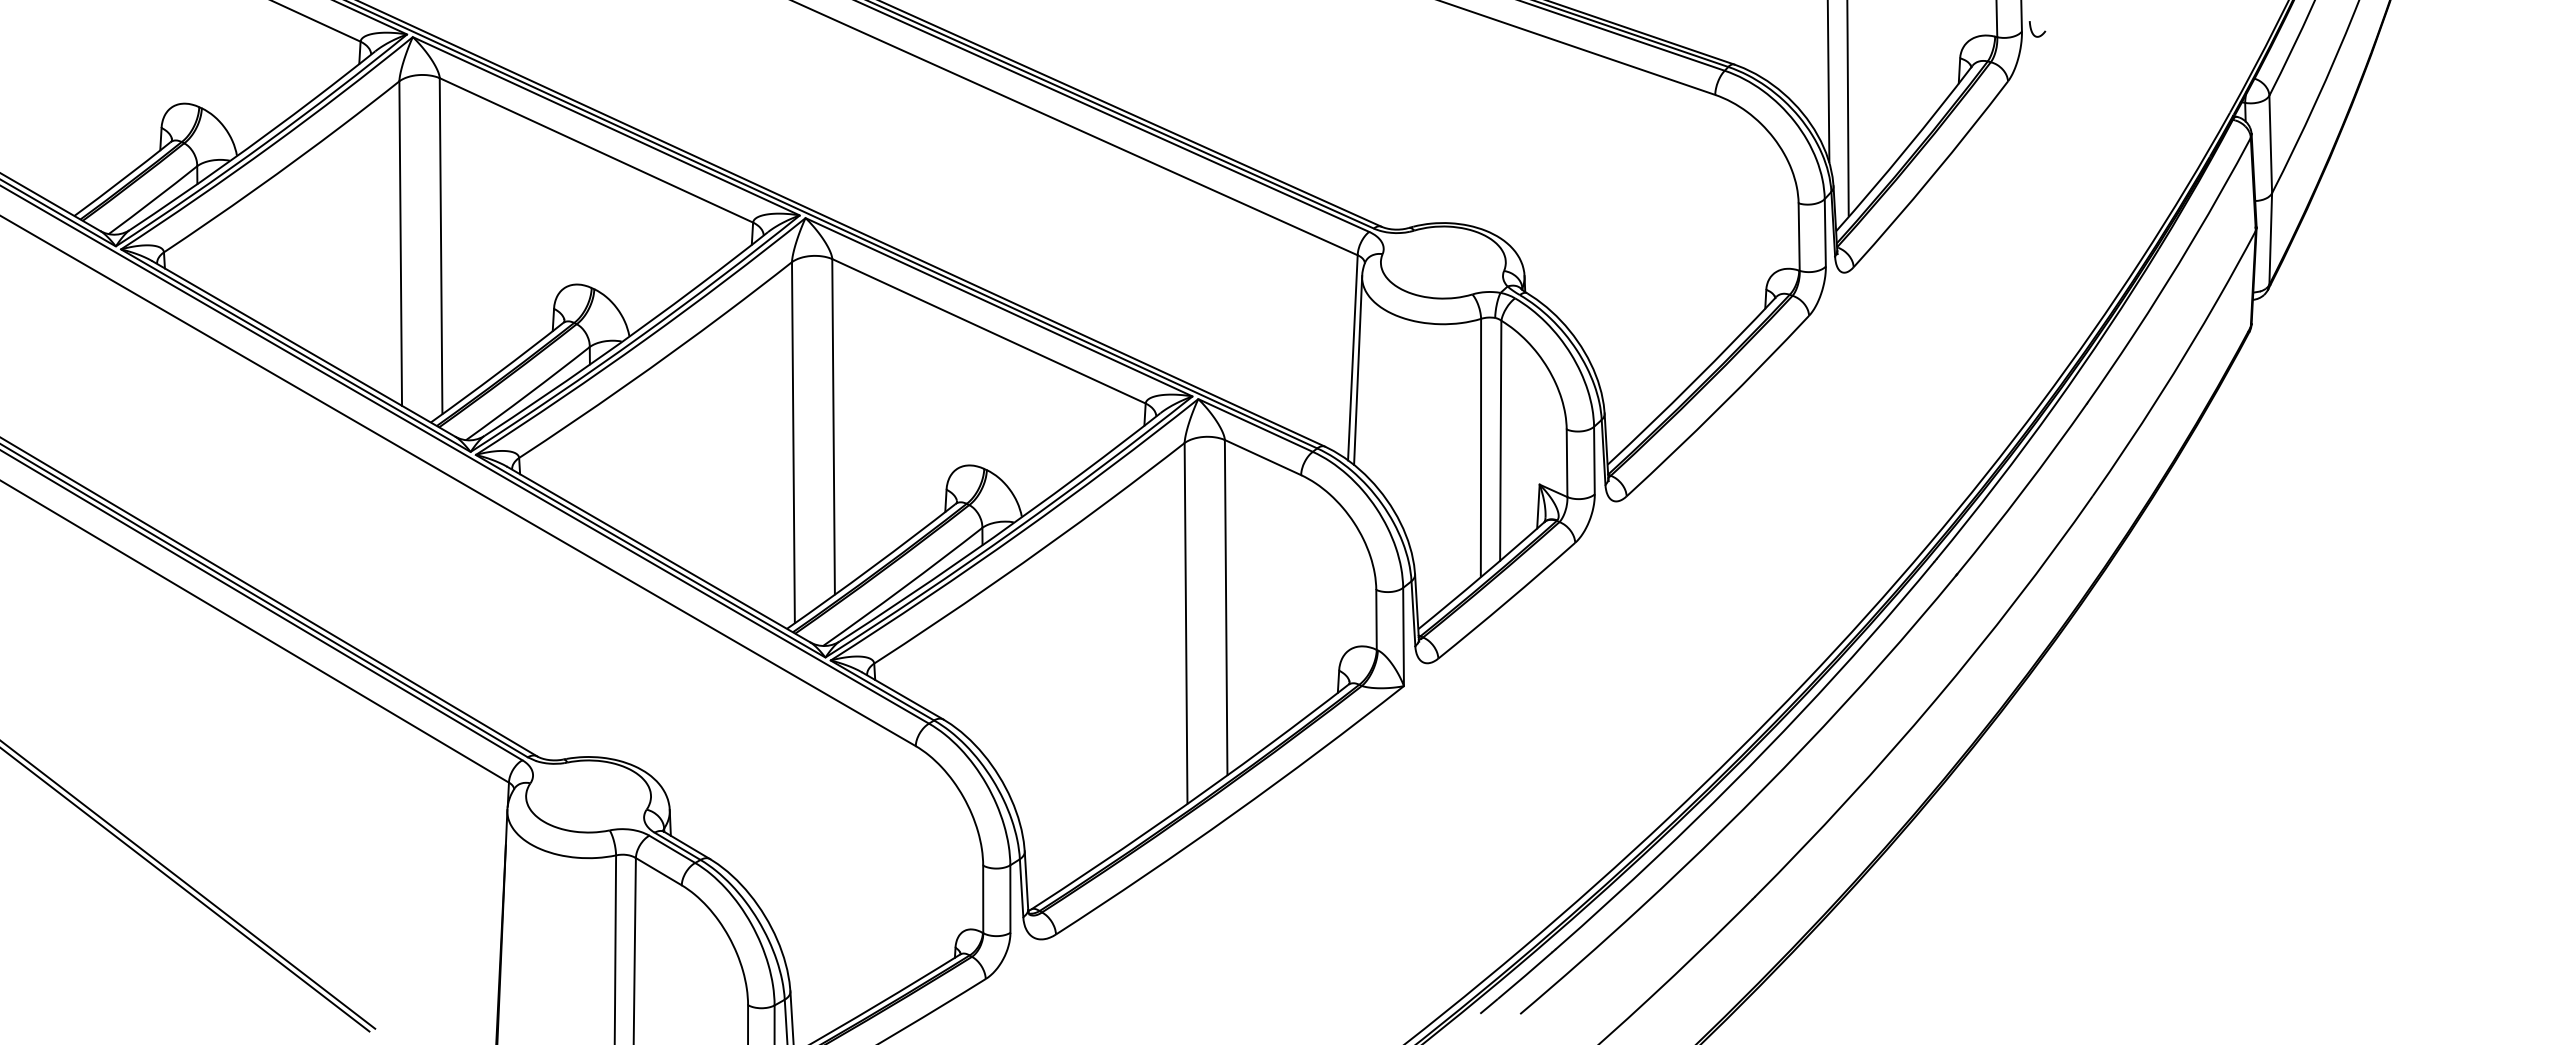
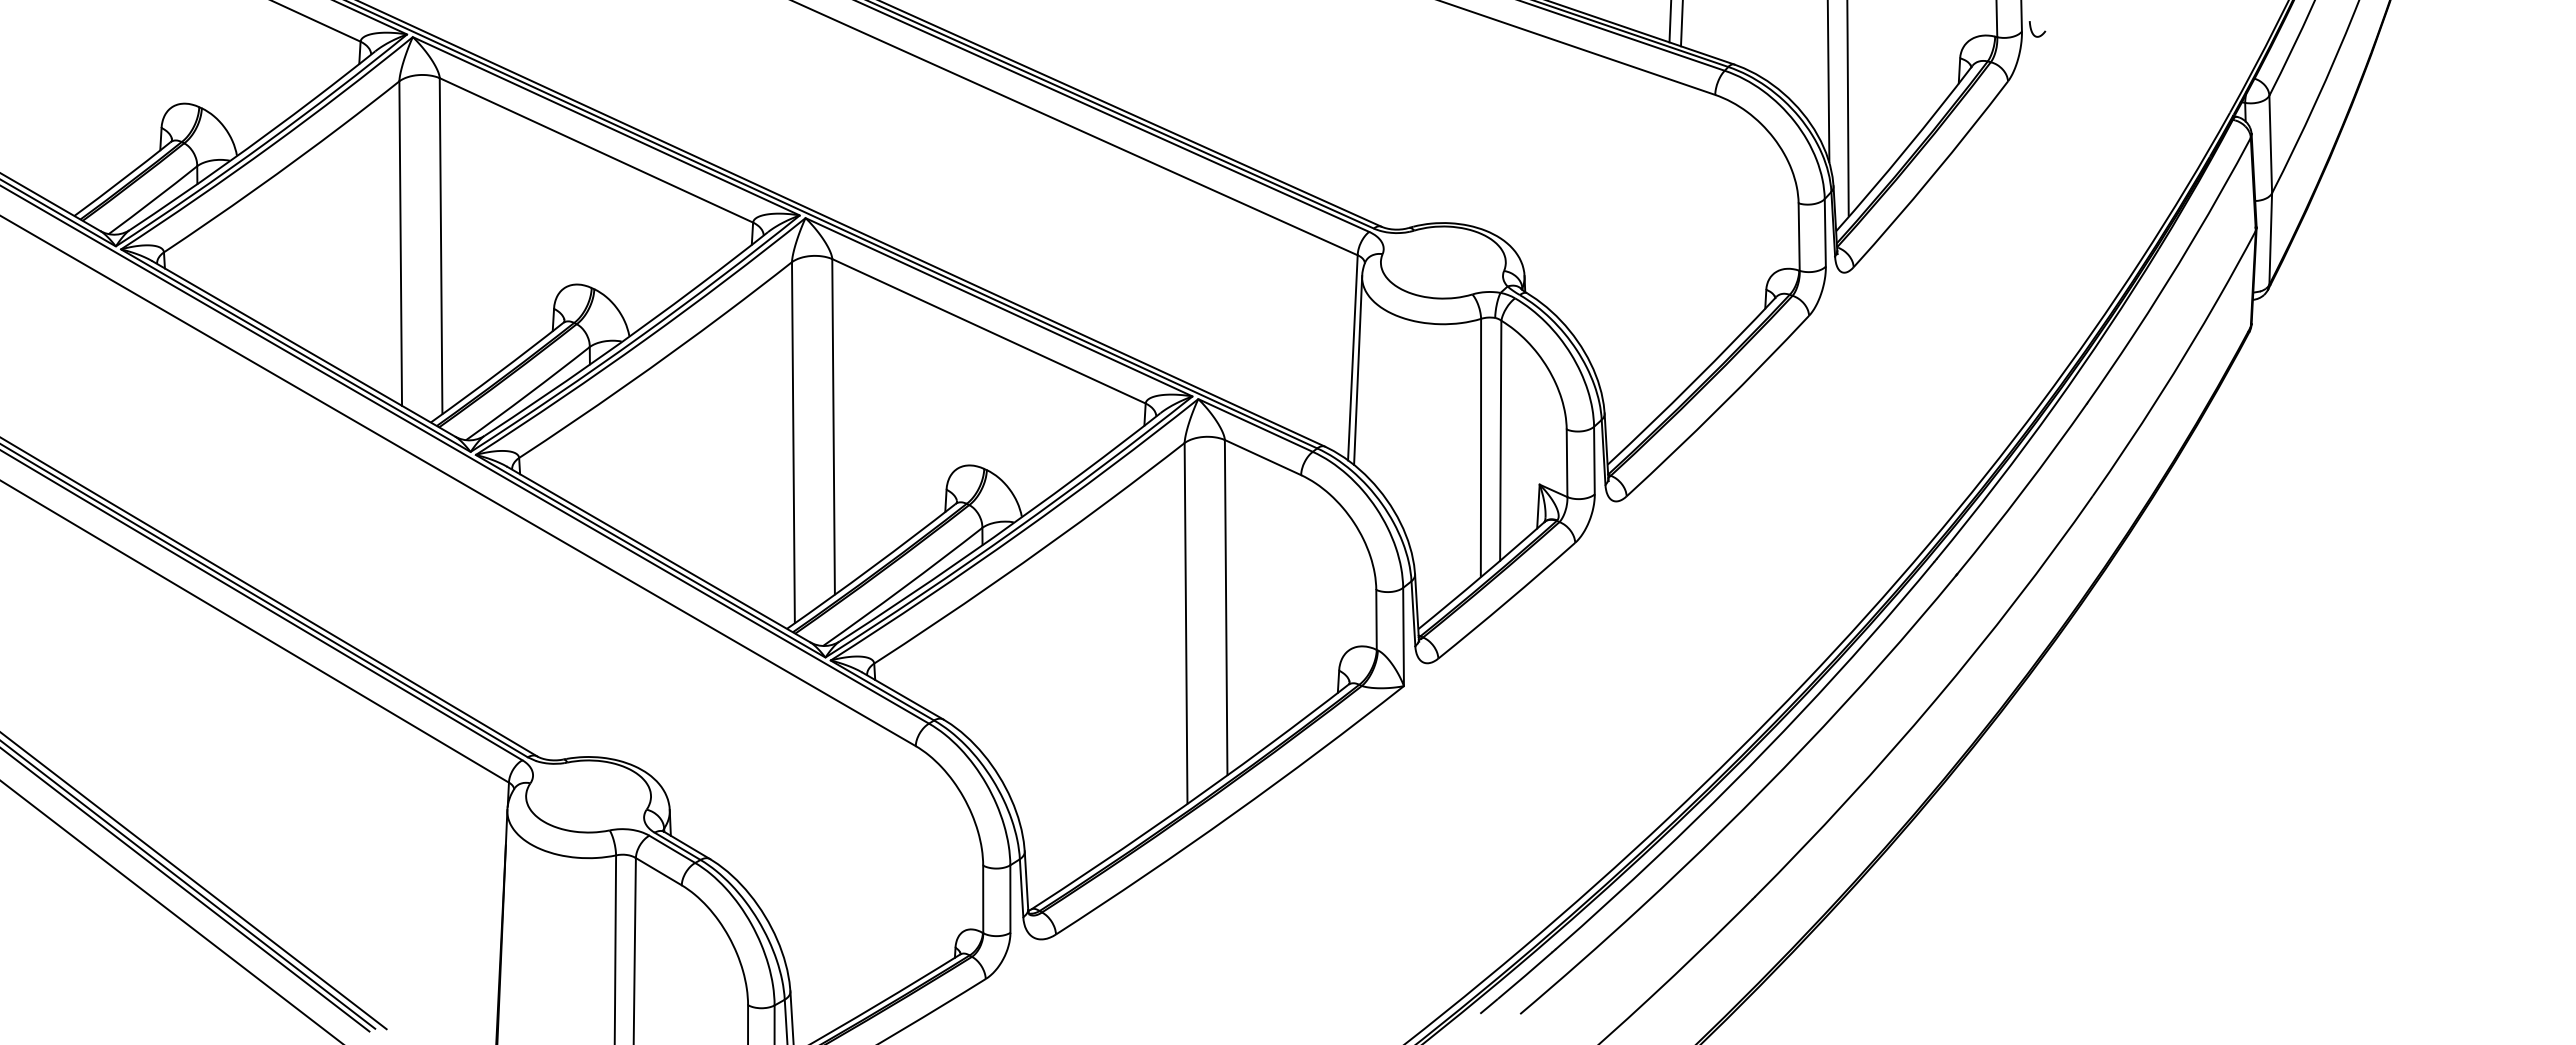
line at (1670, 22): none -> present
line at (1681, 24): none -> present
line at (194, 881): none -> present
line at (171, 911): none -> present
